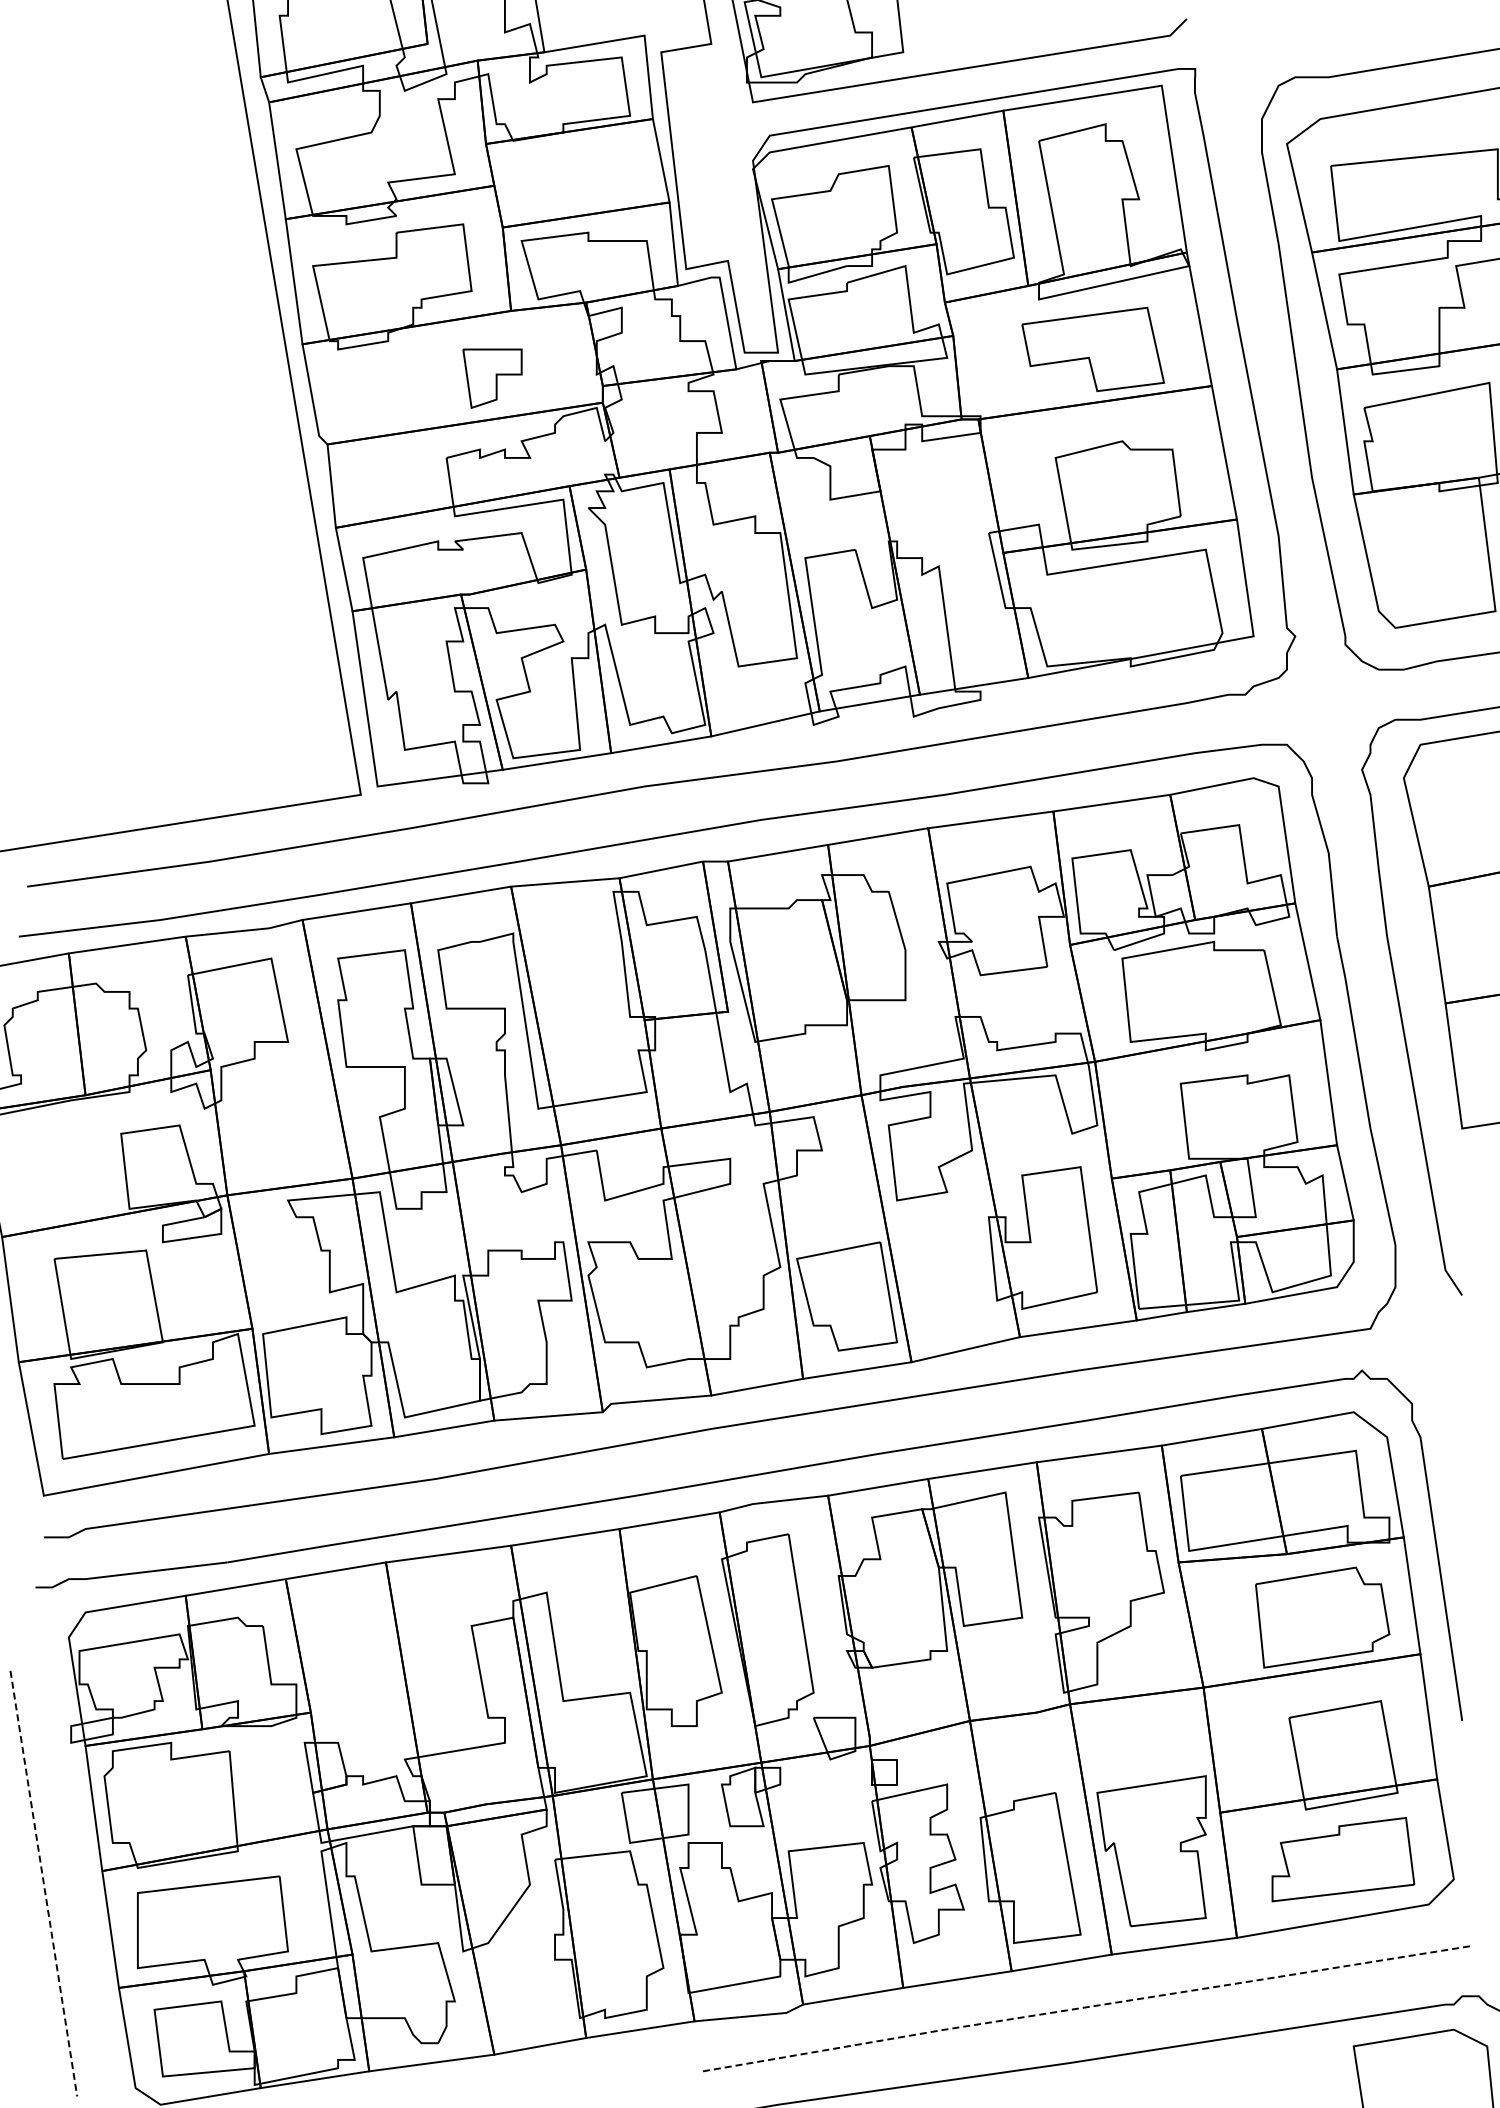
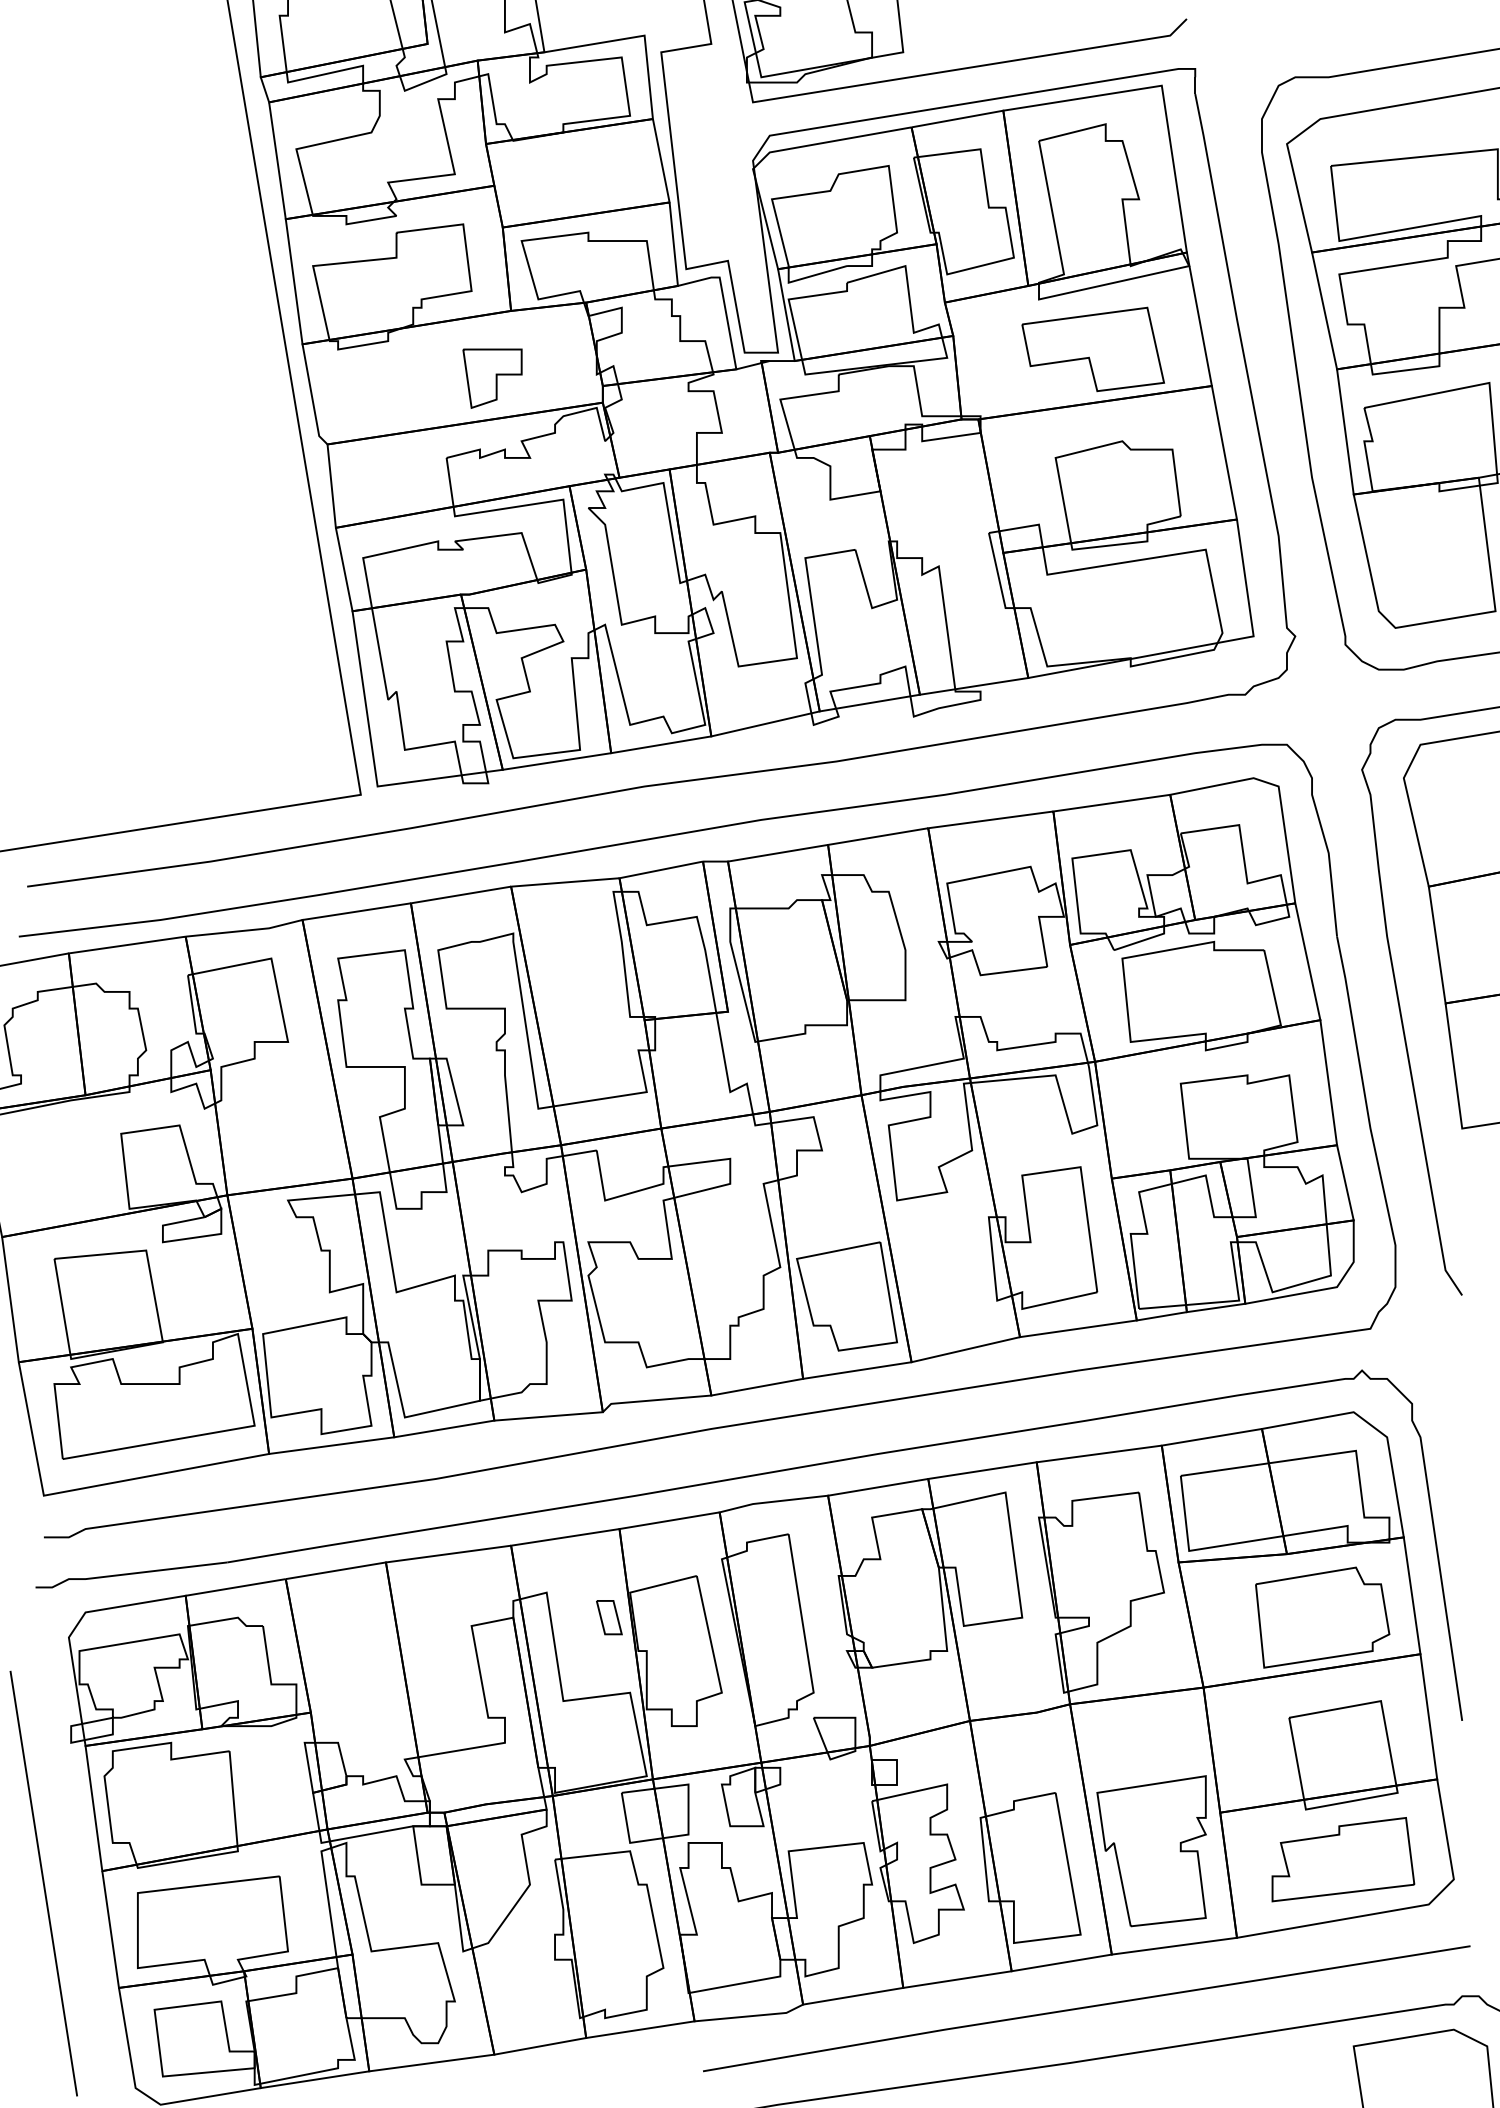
part at (609, 1617): none -> present
line at (43, 1884): dashed -> solid
line at (1087, 2007): dashed -> solid
